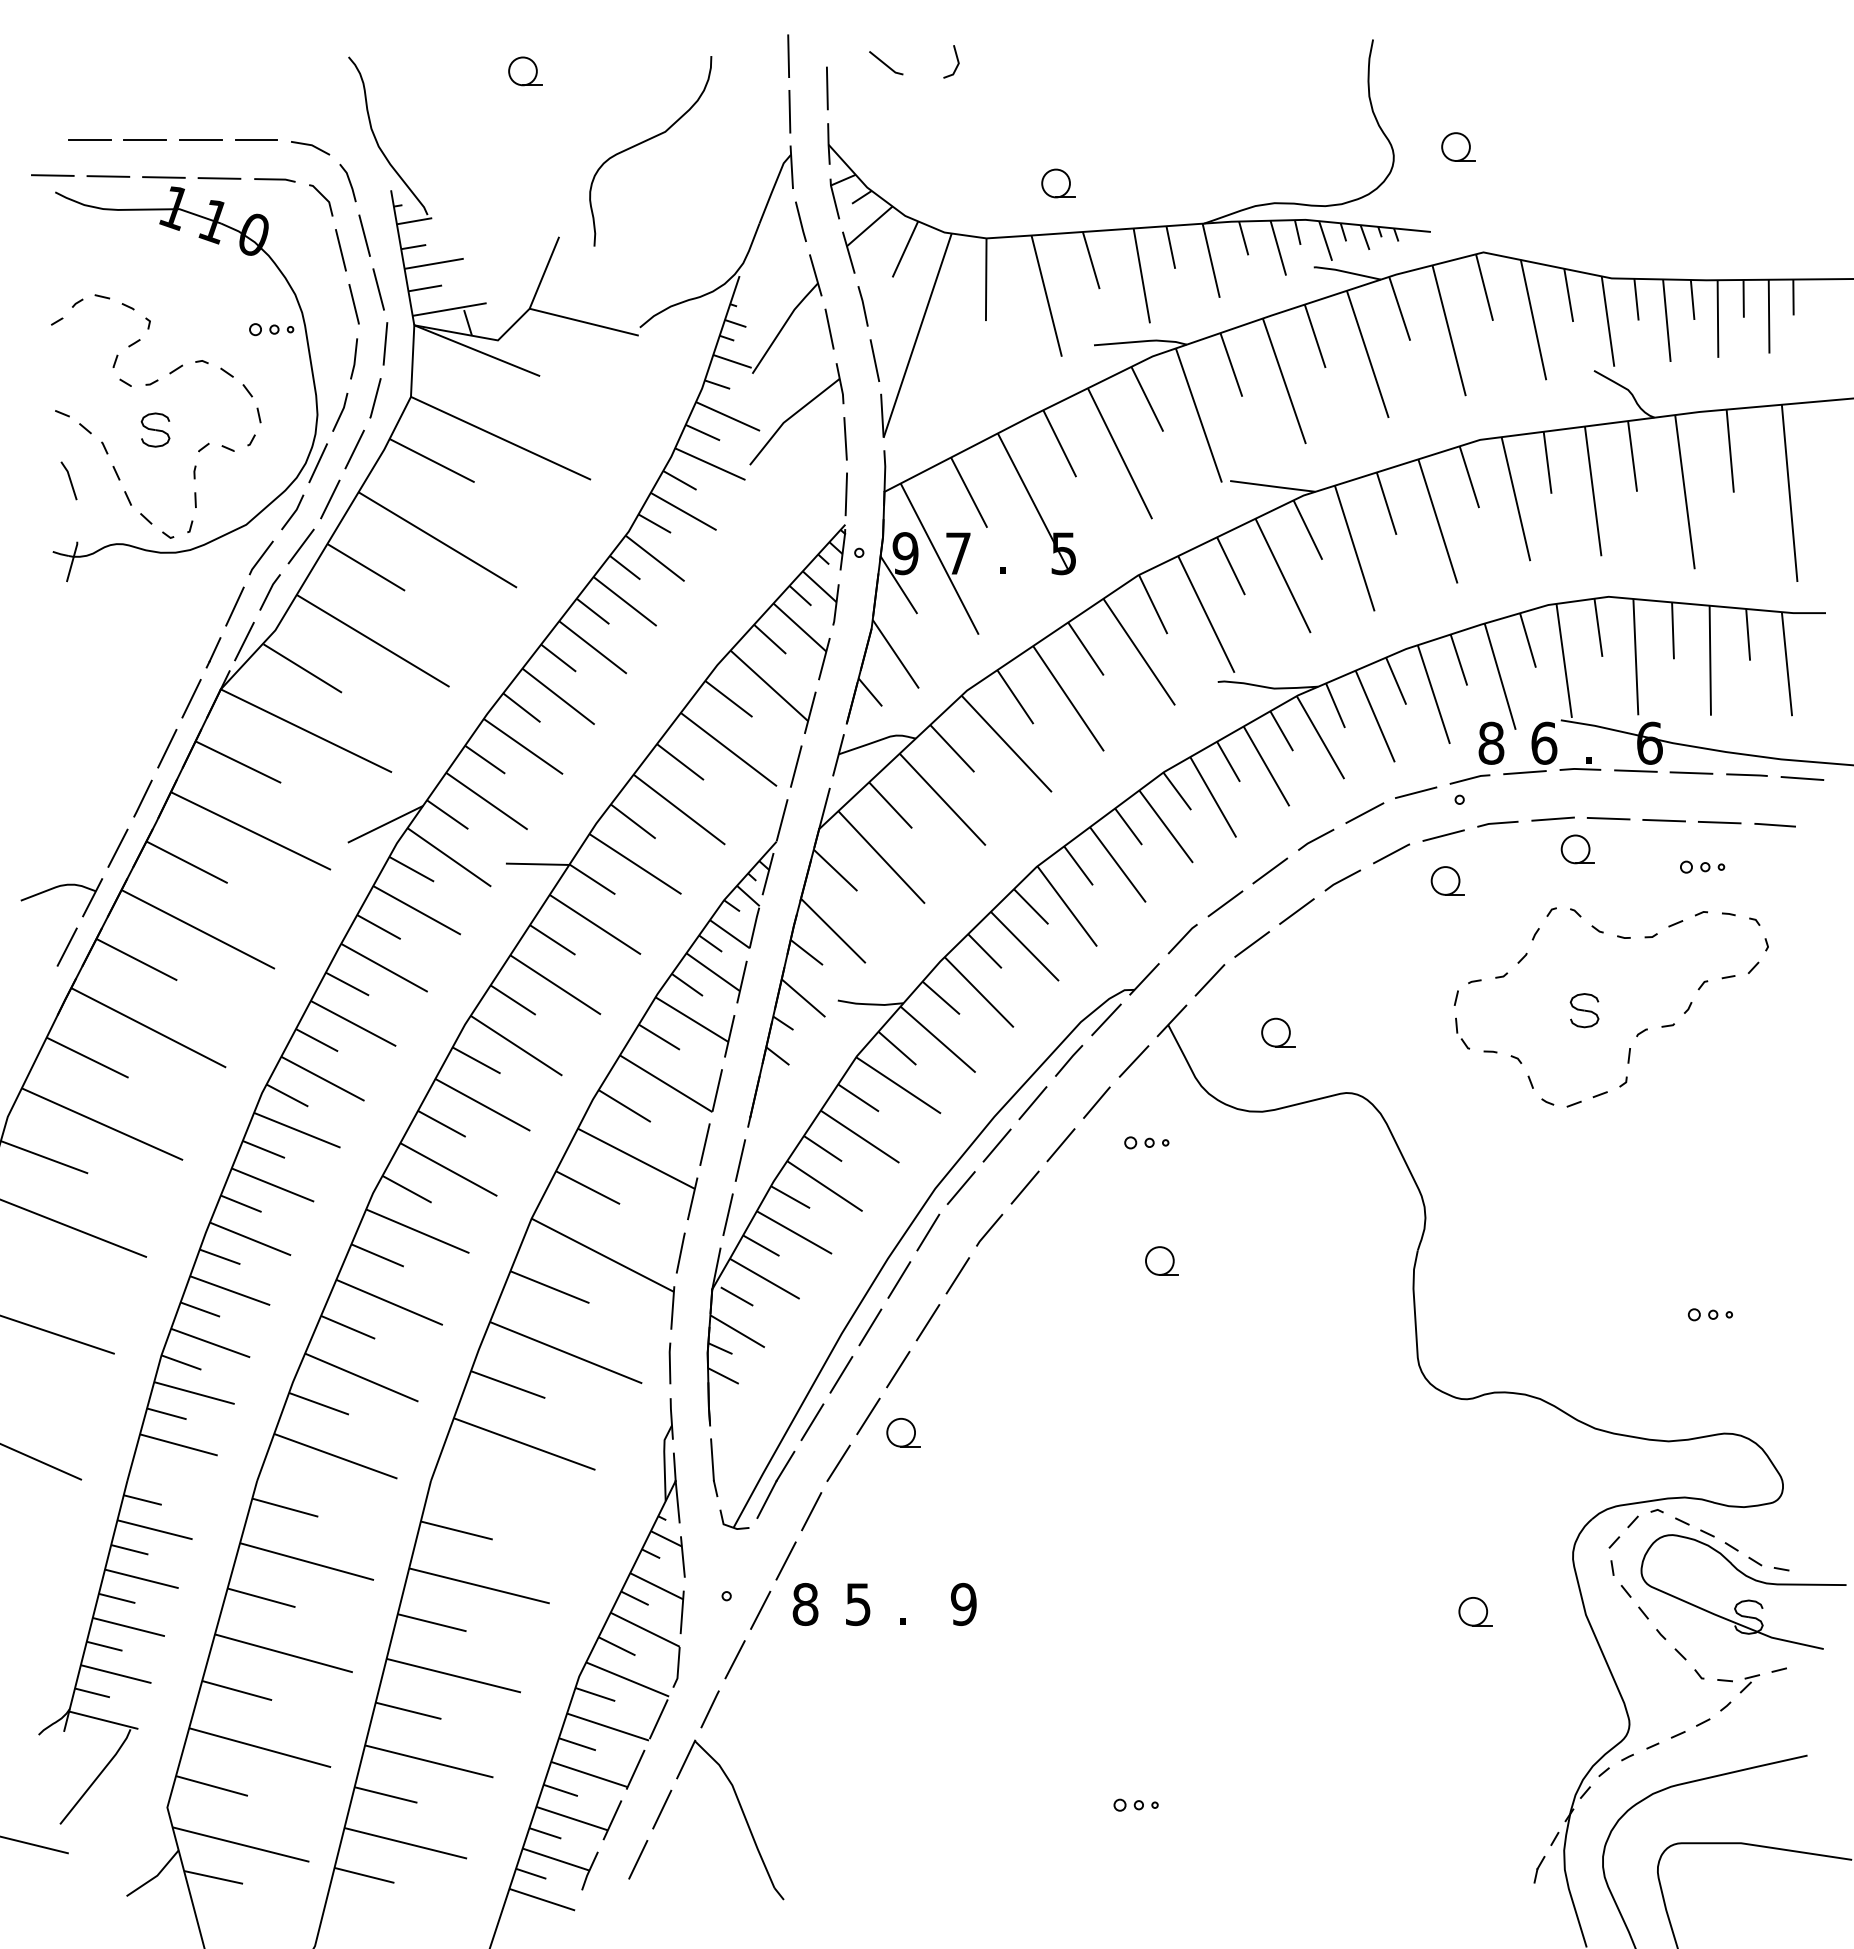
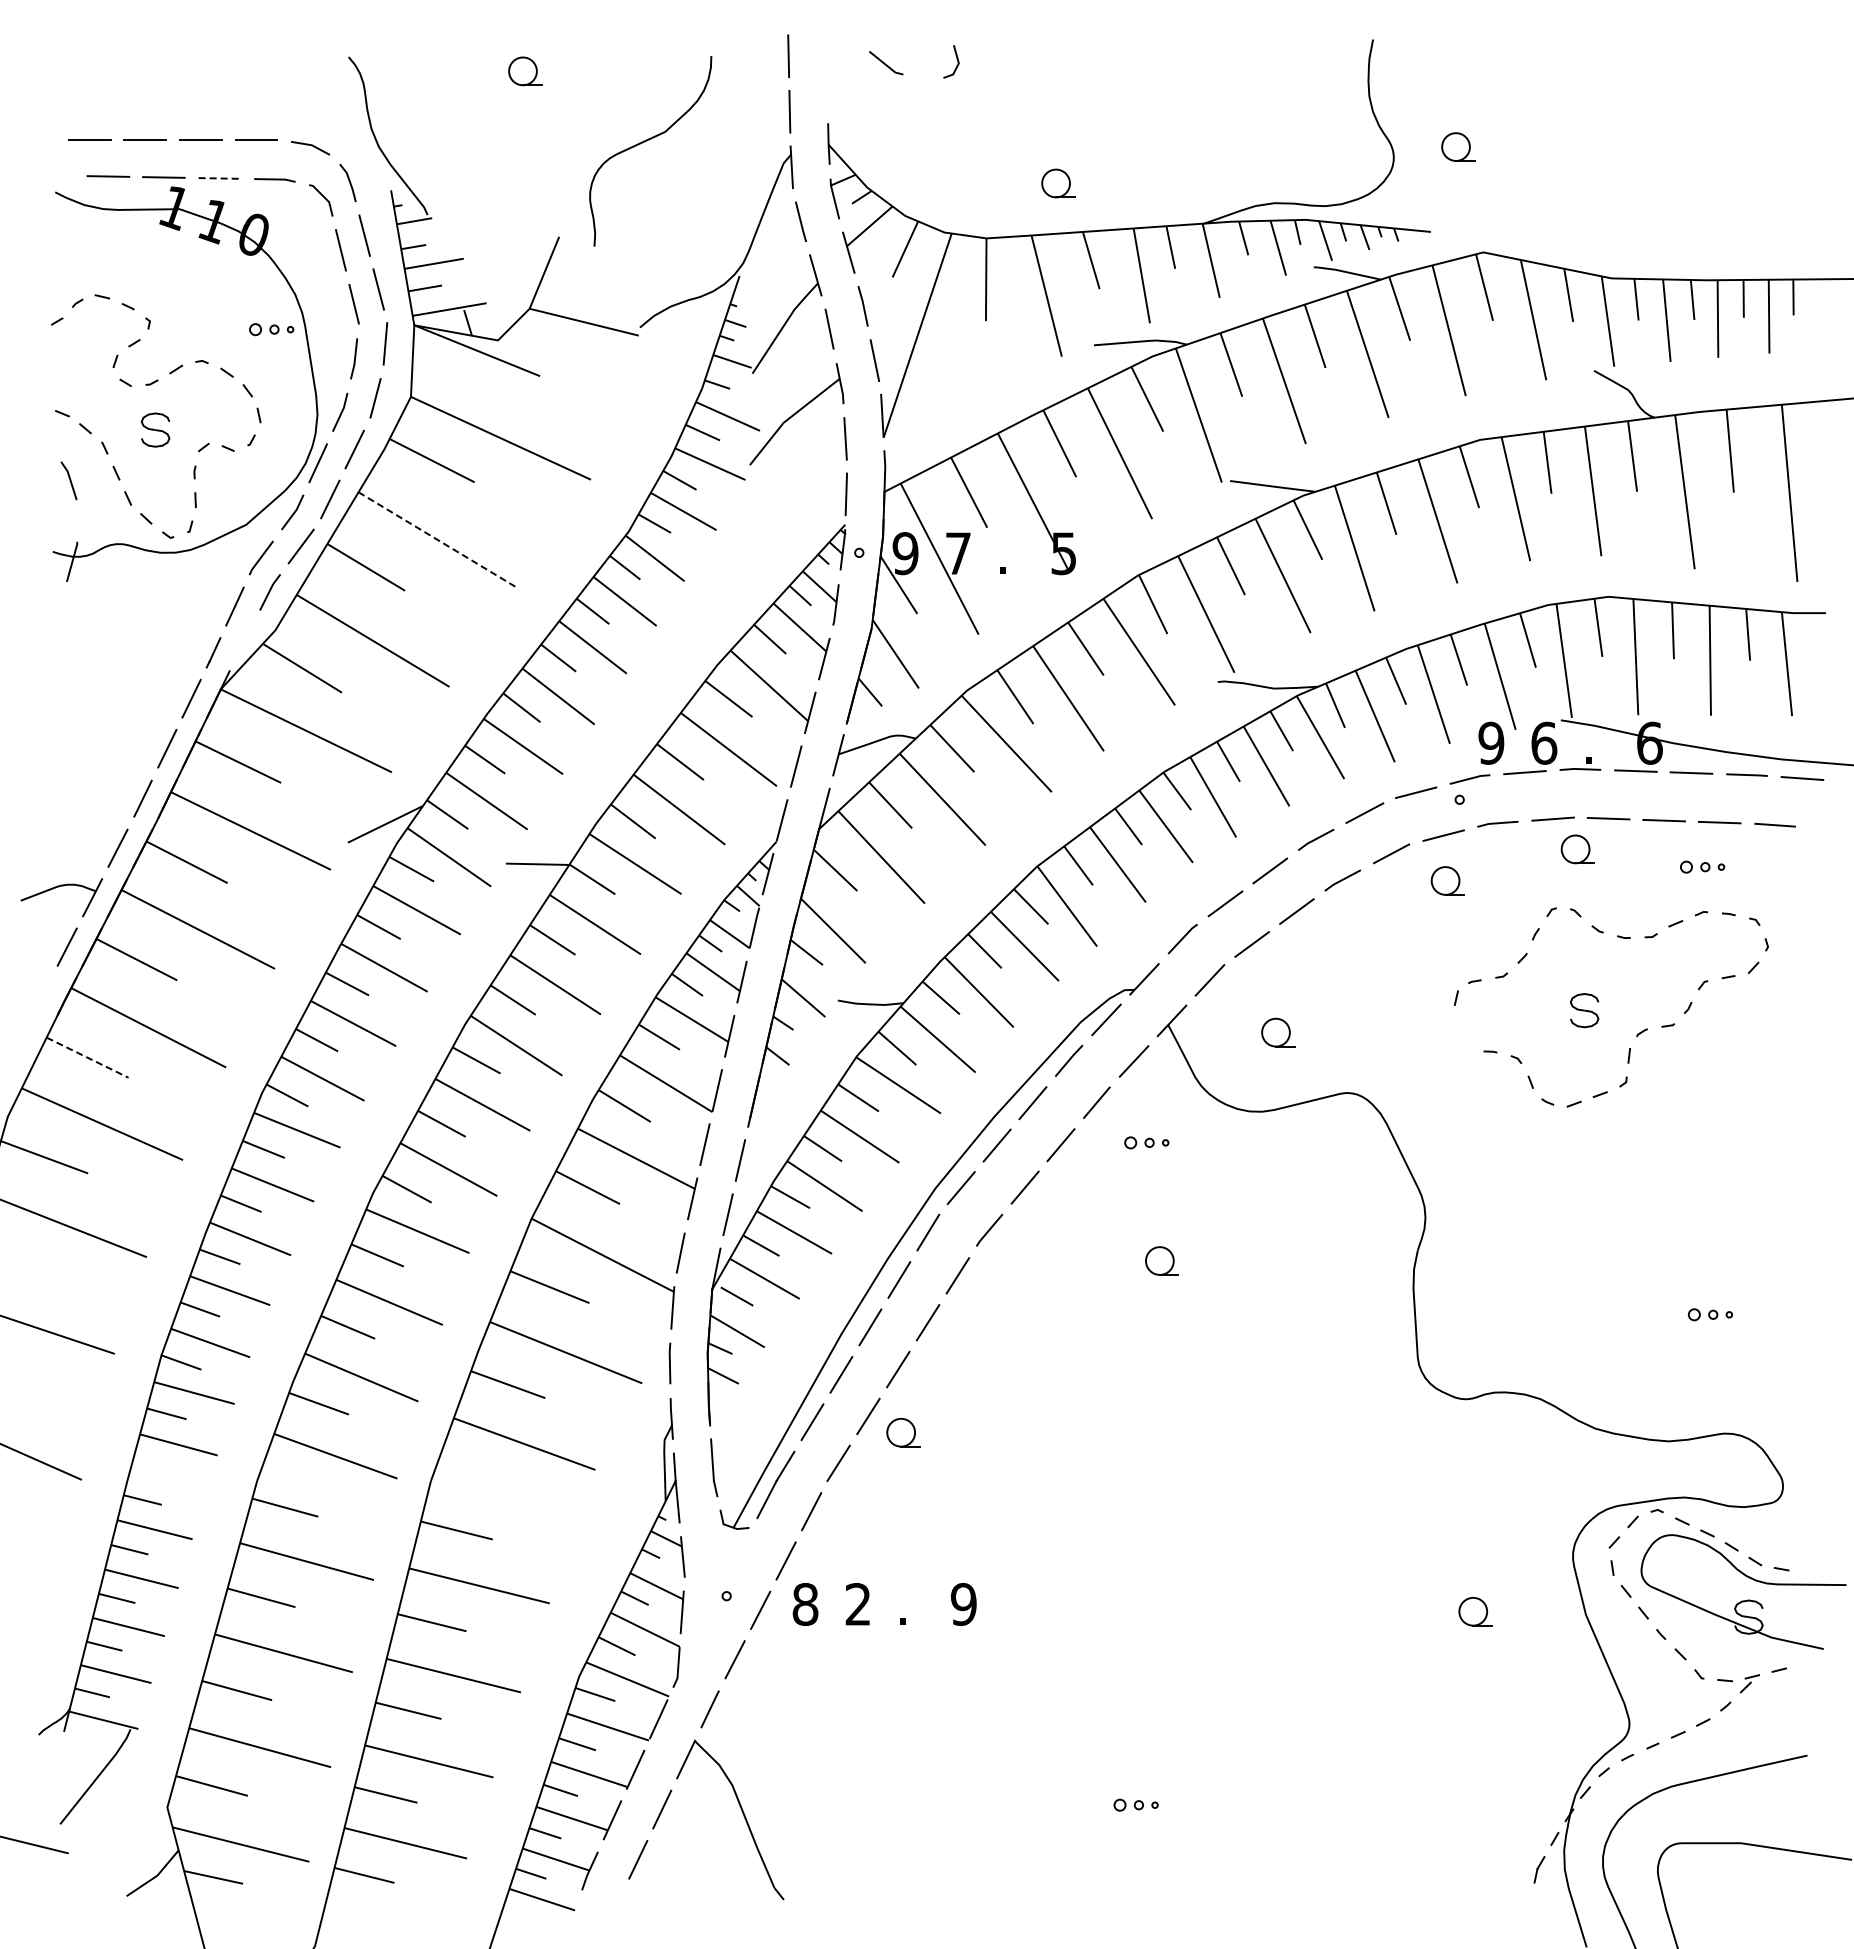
line at (826, 88): present -> none
line at (52, 175): present -> none
line at (219, 178): solid -> dashed
line at (437, 539): solid -> dashed
line at (244, 641): present -> none
text at (1491, 742): 8 -> 9
part at (1462, 1033): present -> none
line at (87, 1057): solid -> dashed
text at (857, 1604): 5 -> 2
